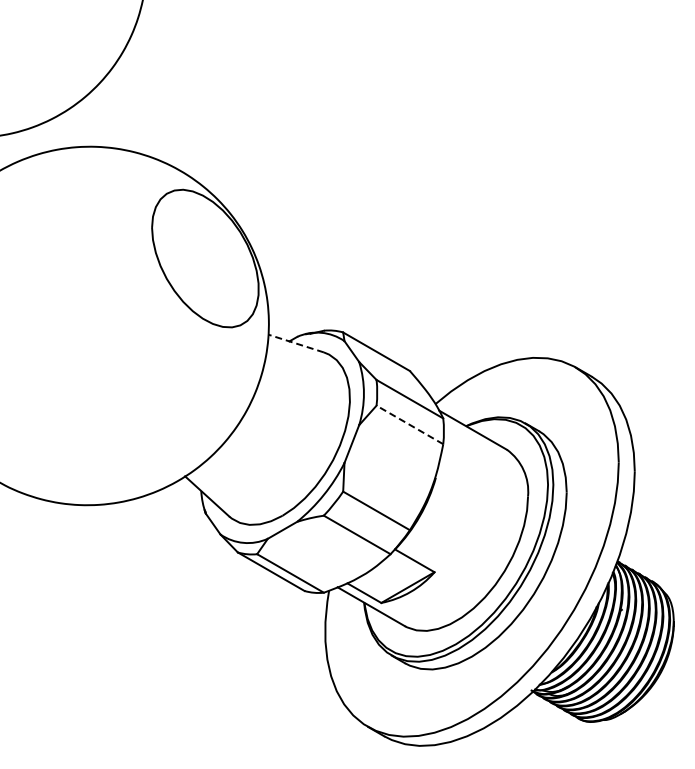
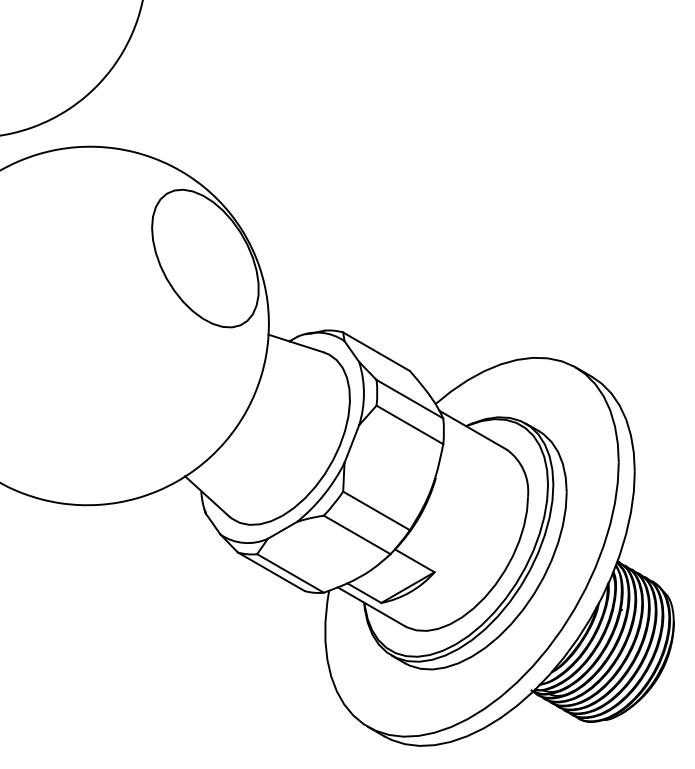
line at (295, 343): dashed -> solid
line at (409, 424): dashed -> solid
